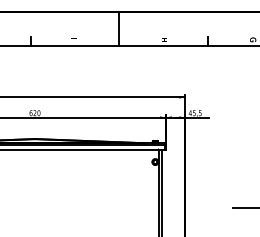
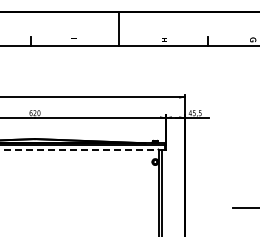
line at (83, 149): solid -> dashed
